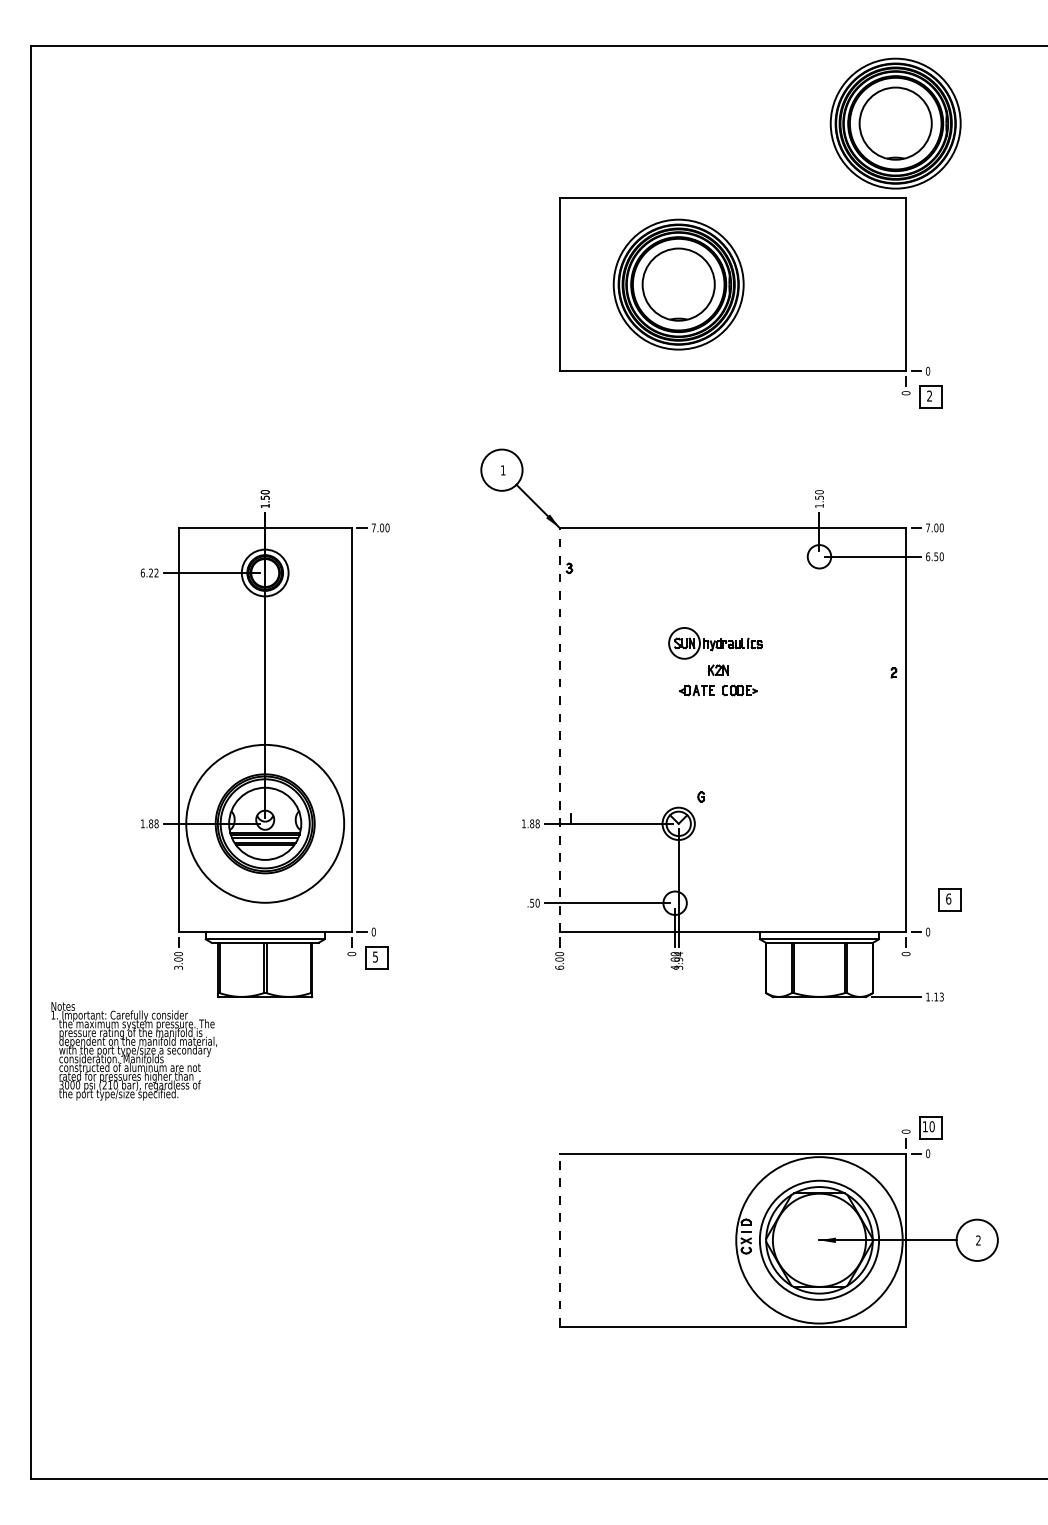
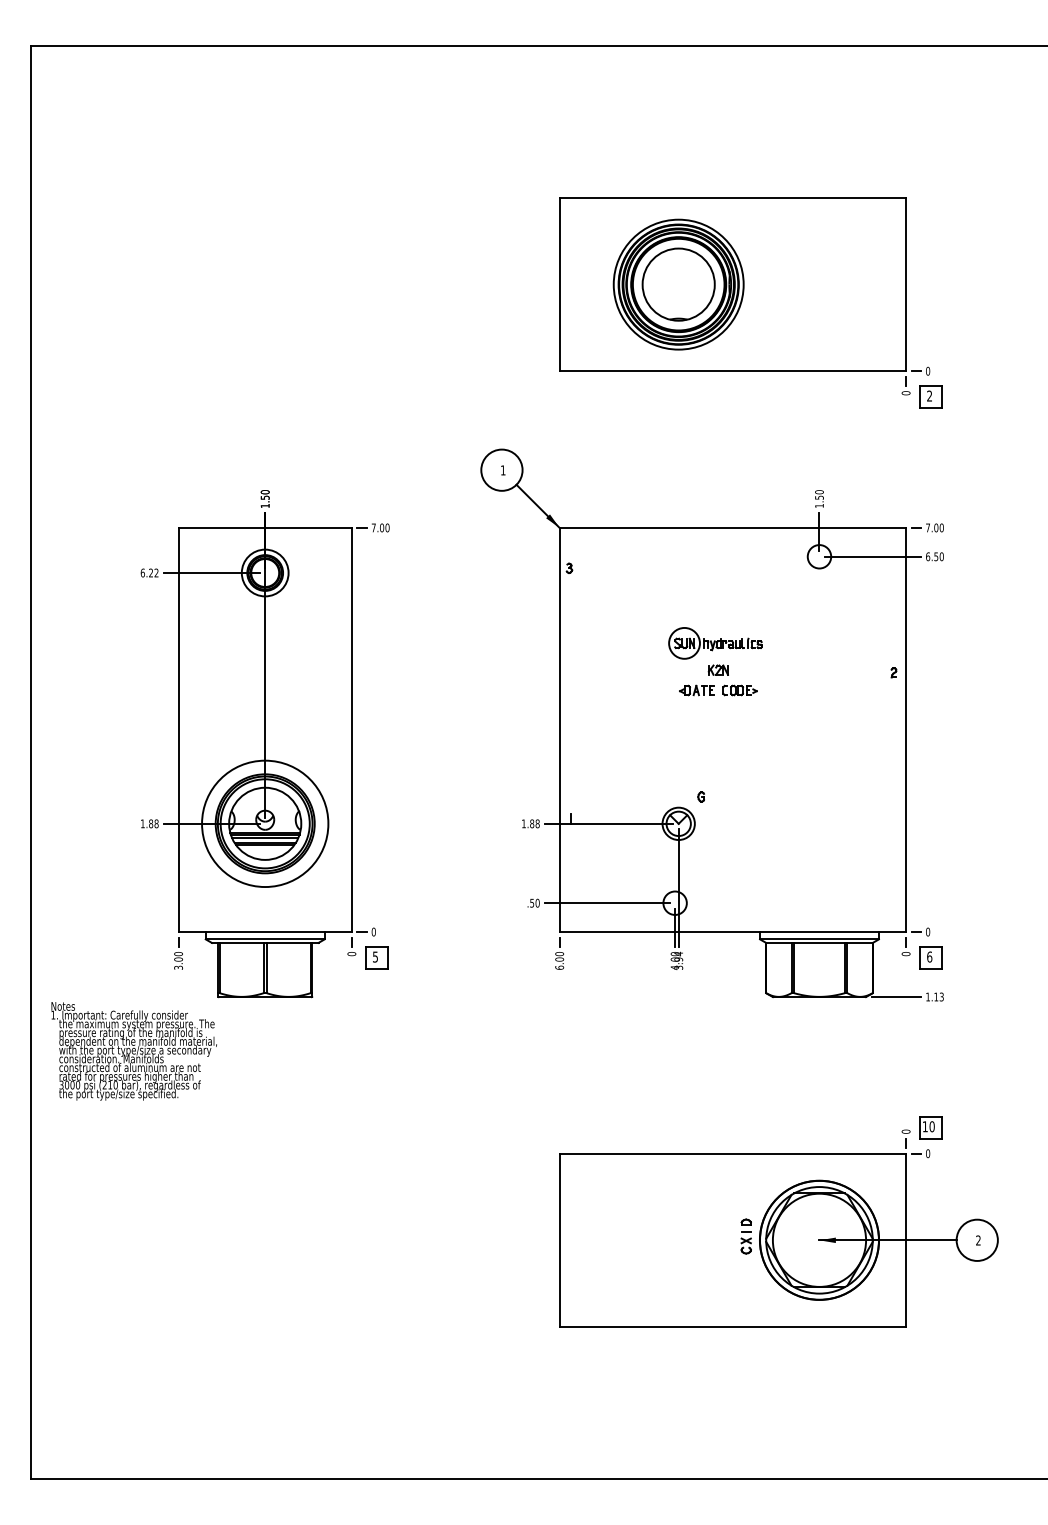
part at (895, 123): present -> none
line at (559, 729): dashed -> solid
circle at (265, 823) diameter: 158 px -> 126 px
part at (949, 899) position: (949, 899) -> (930, 957)
line at (559, 1240): dashed -> solid
circle at (819, 1240) diameter: 166 px -> 119 px
